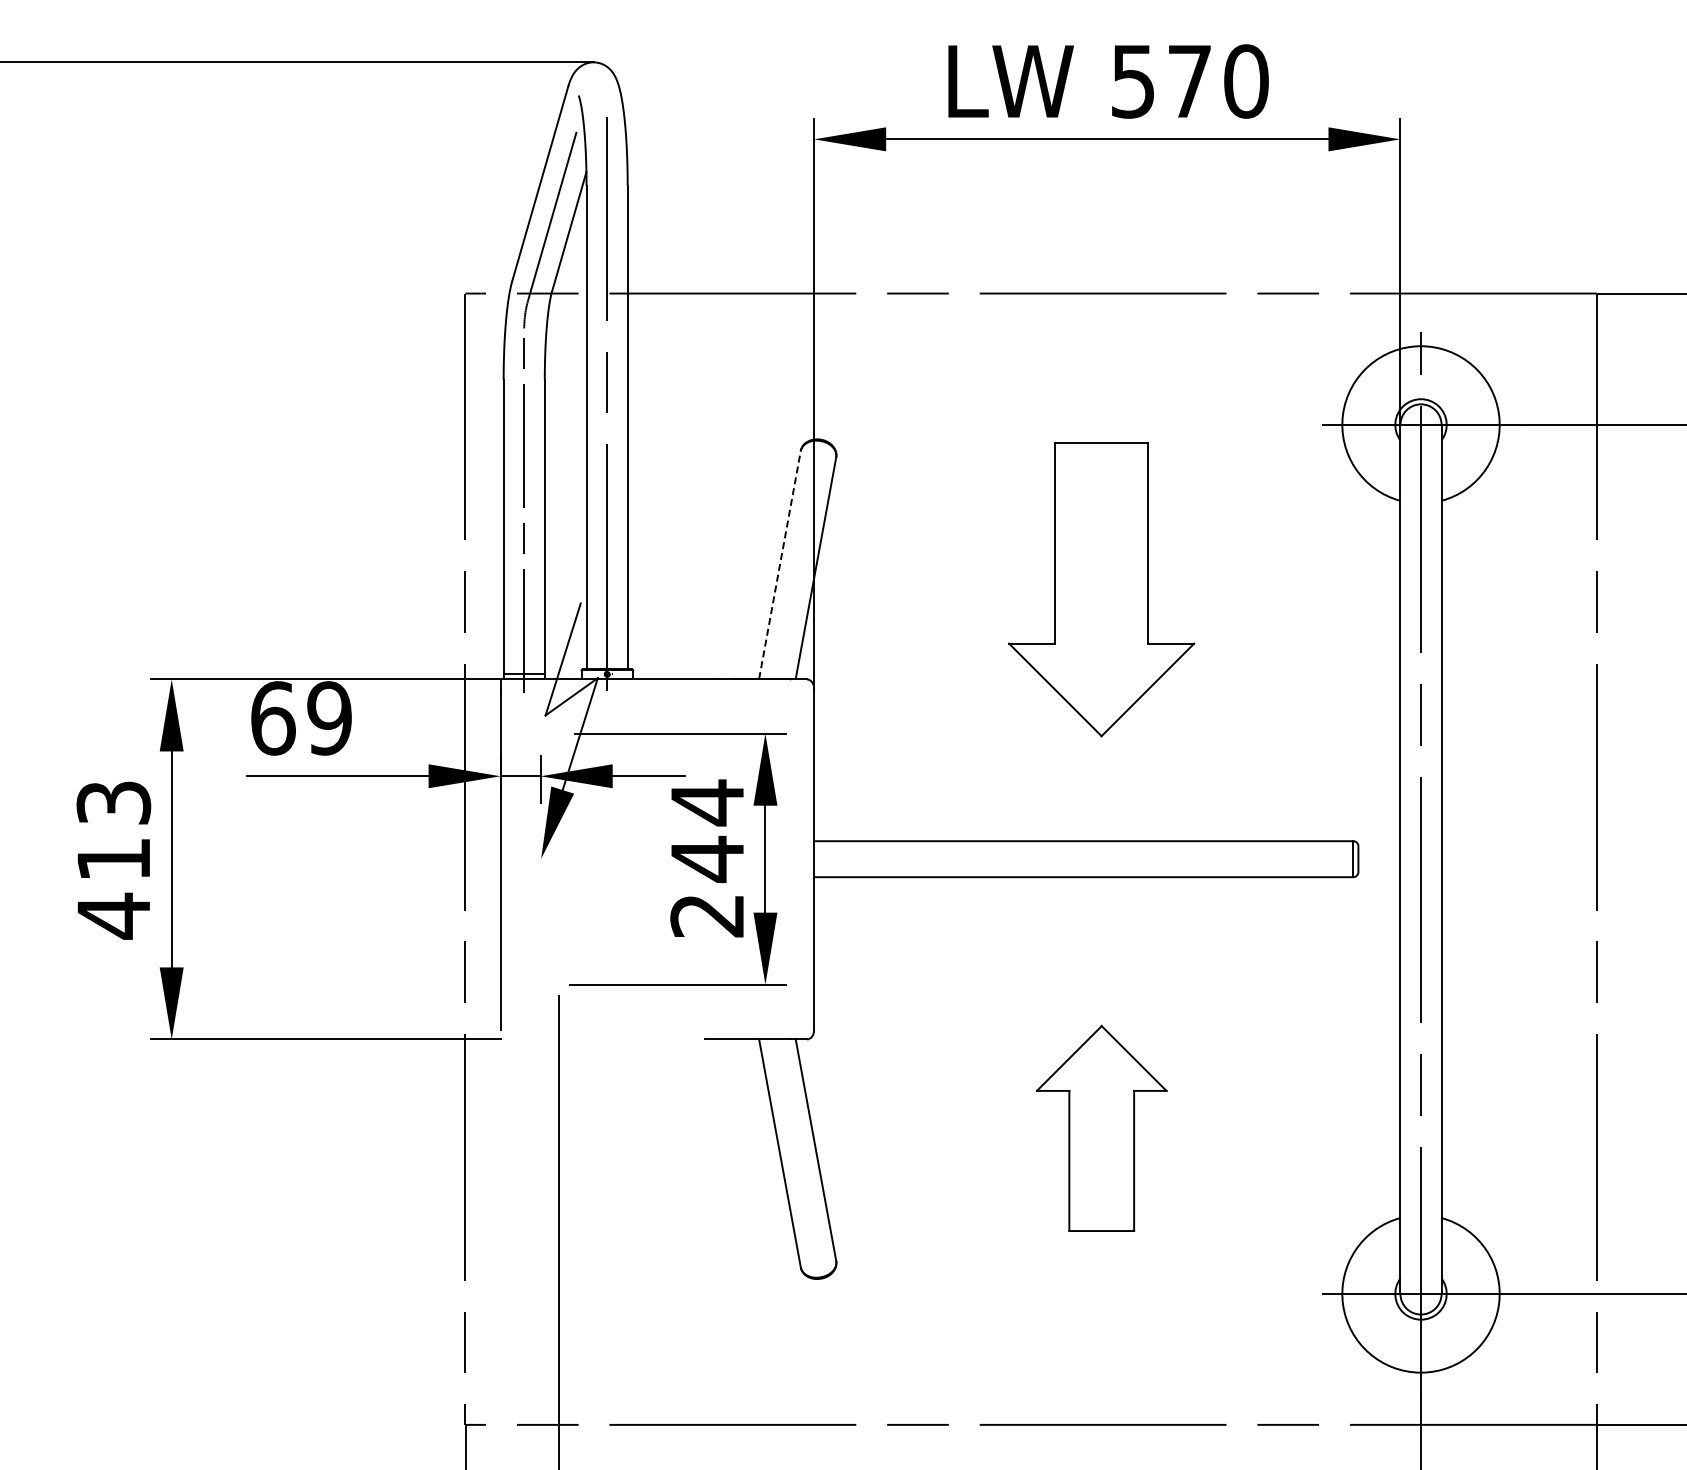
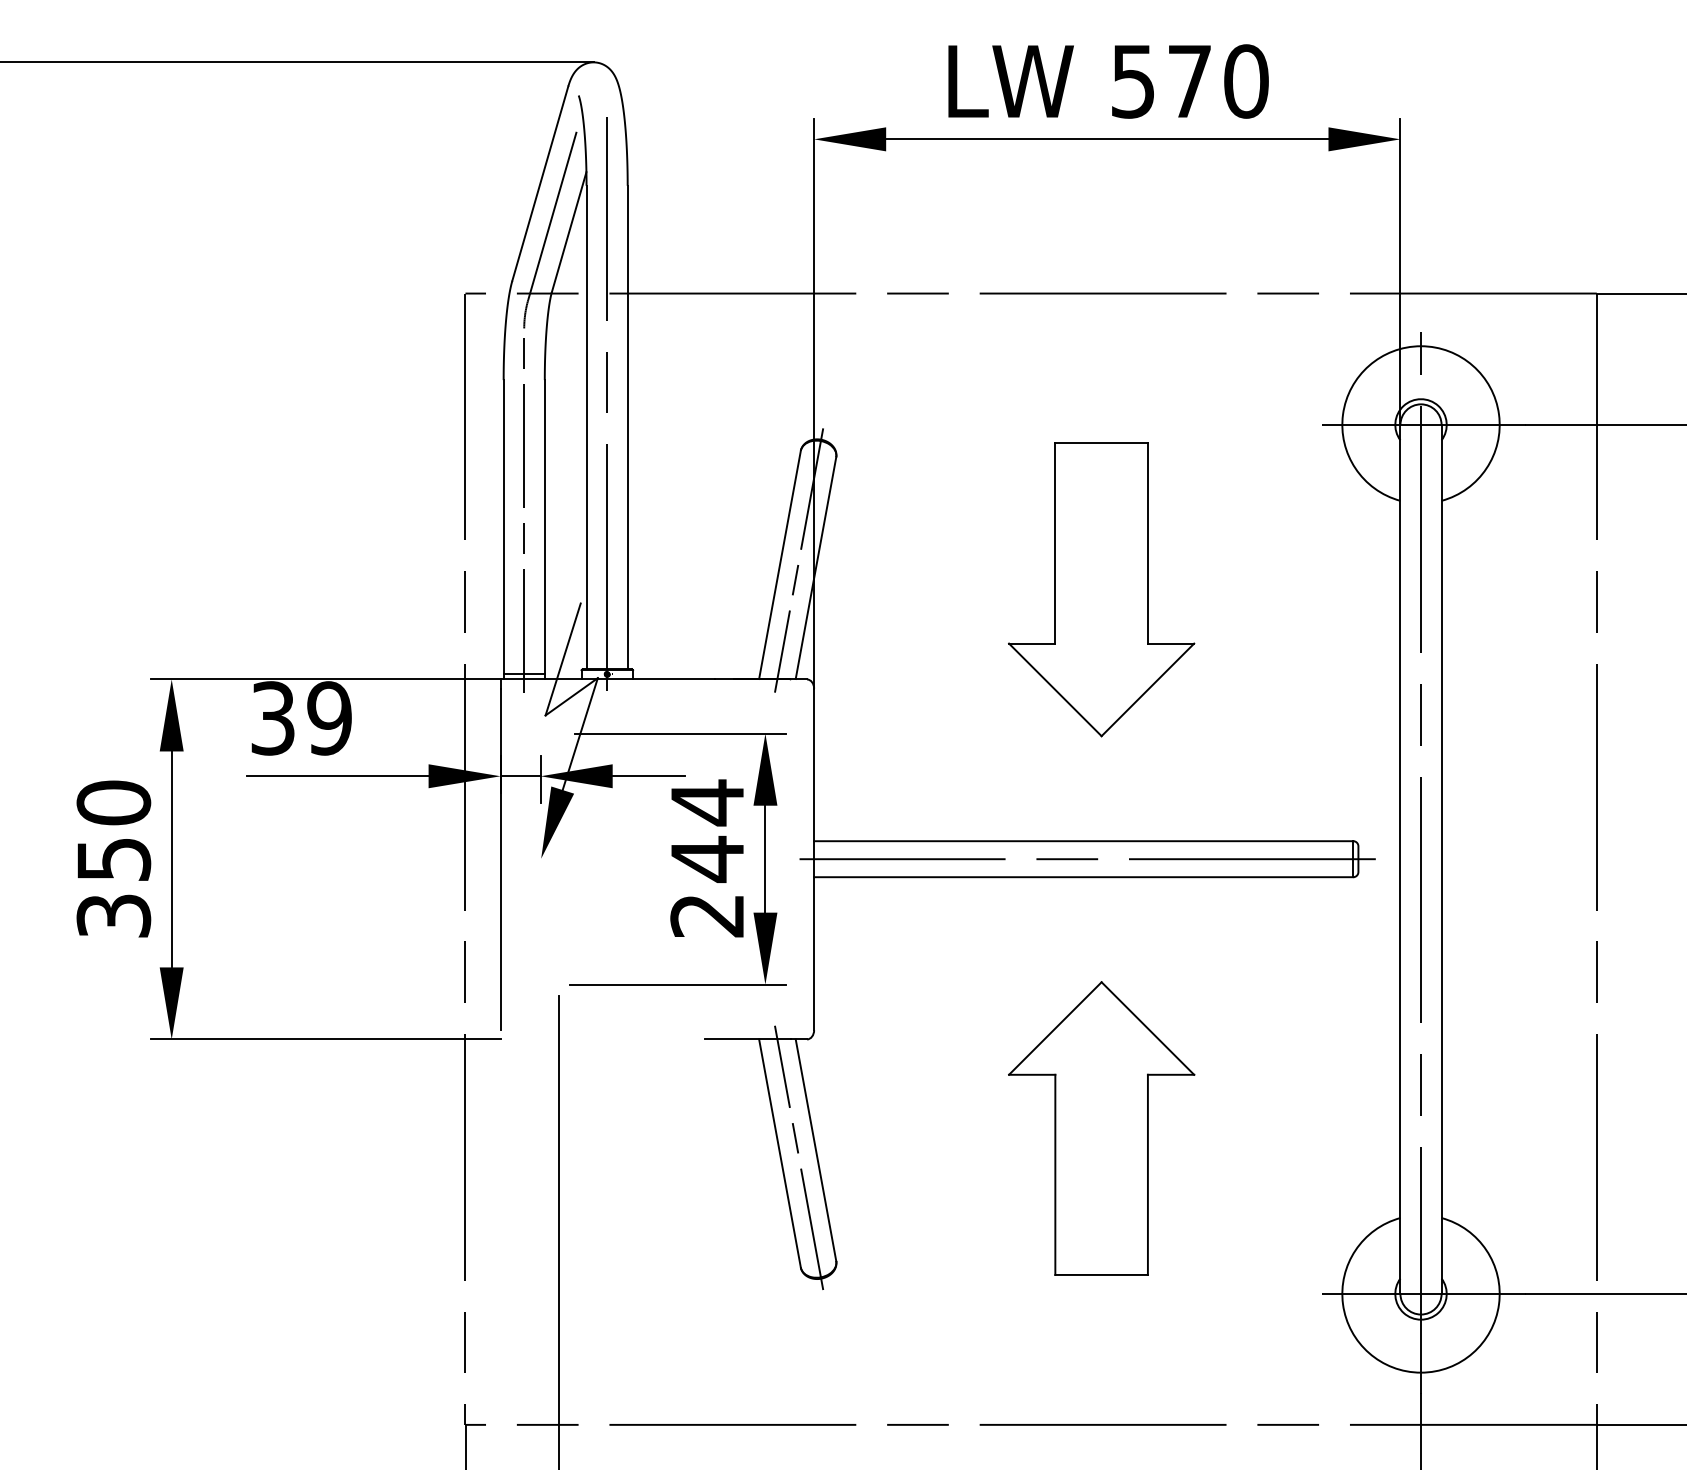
line at (798, 560): none -> present
line at (779, 564): dashed -> solid
text at (273, 718): 69 -> 39
text at (113, 859): 413 -> 350
line at (1087, 859): none -> present
part at (1101, 1128) size: 132x207 px -> 188x295 px
line at (798, 1157): none -> present
